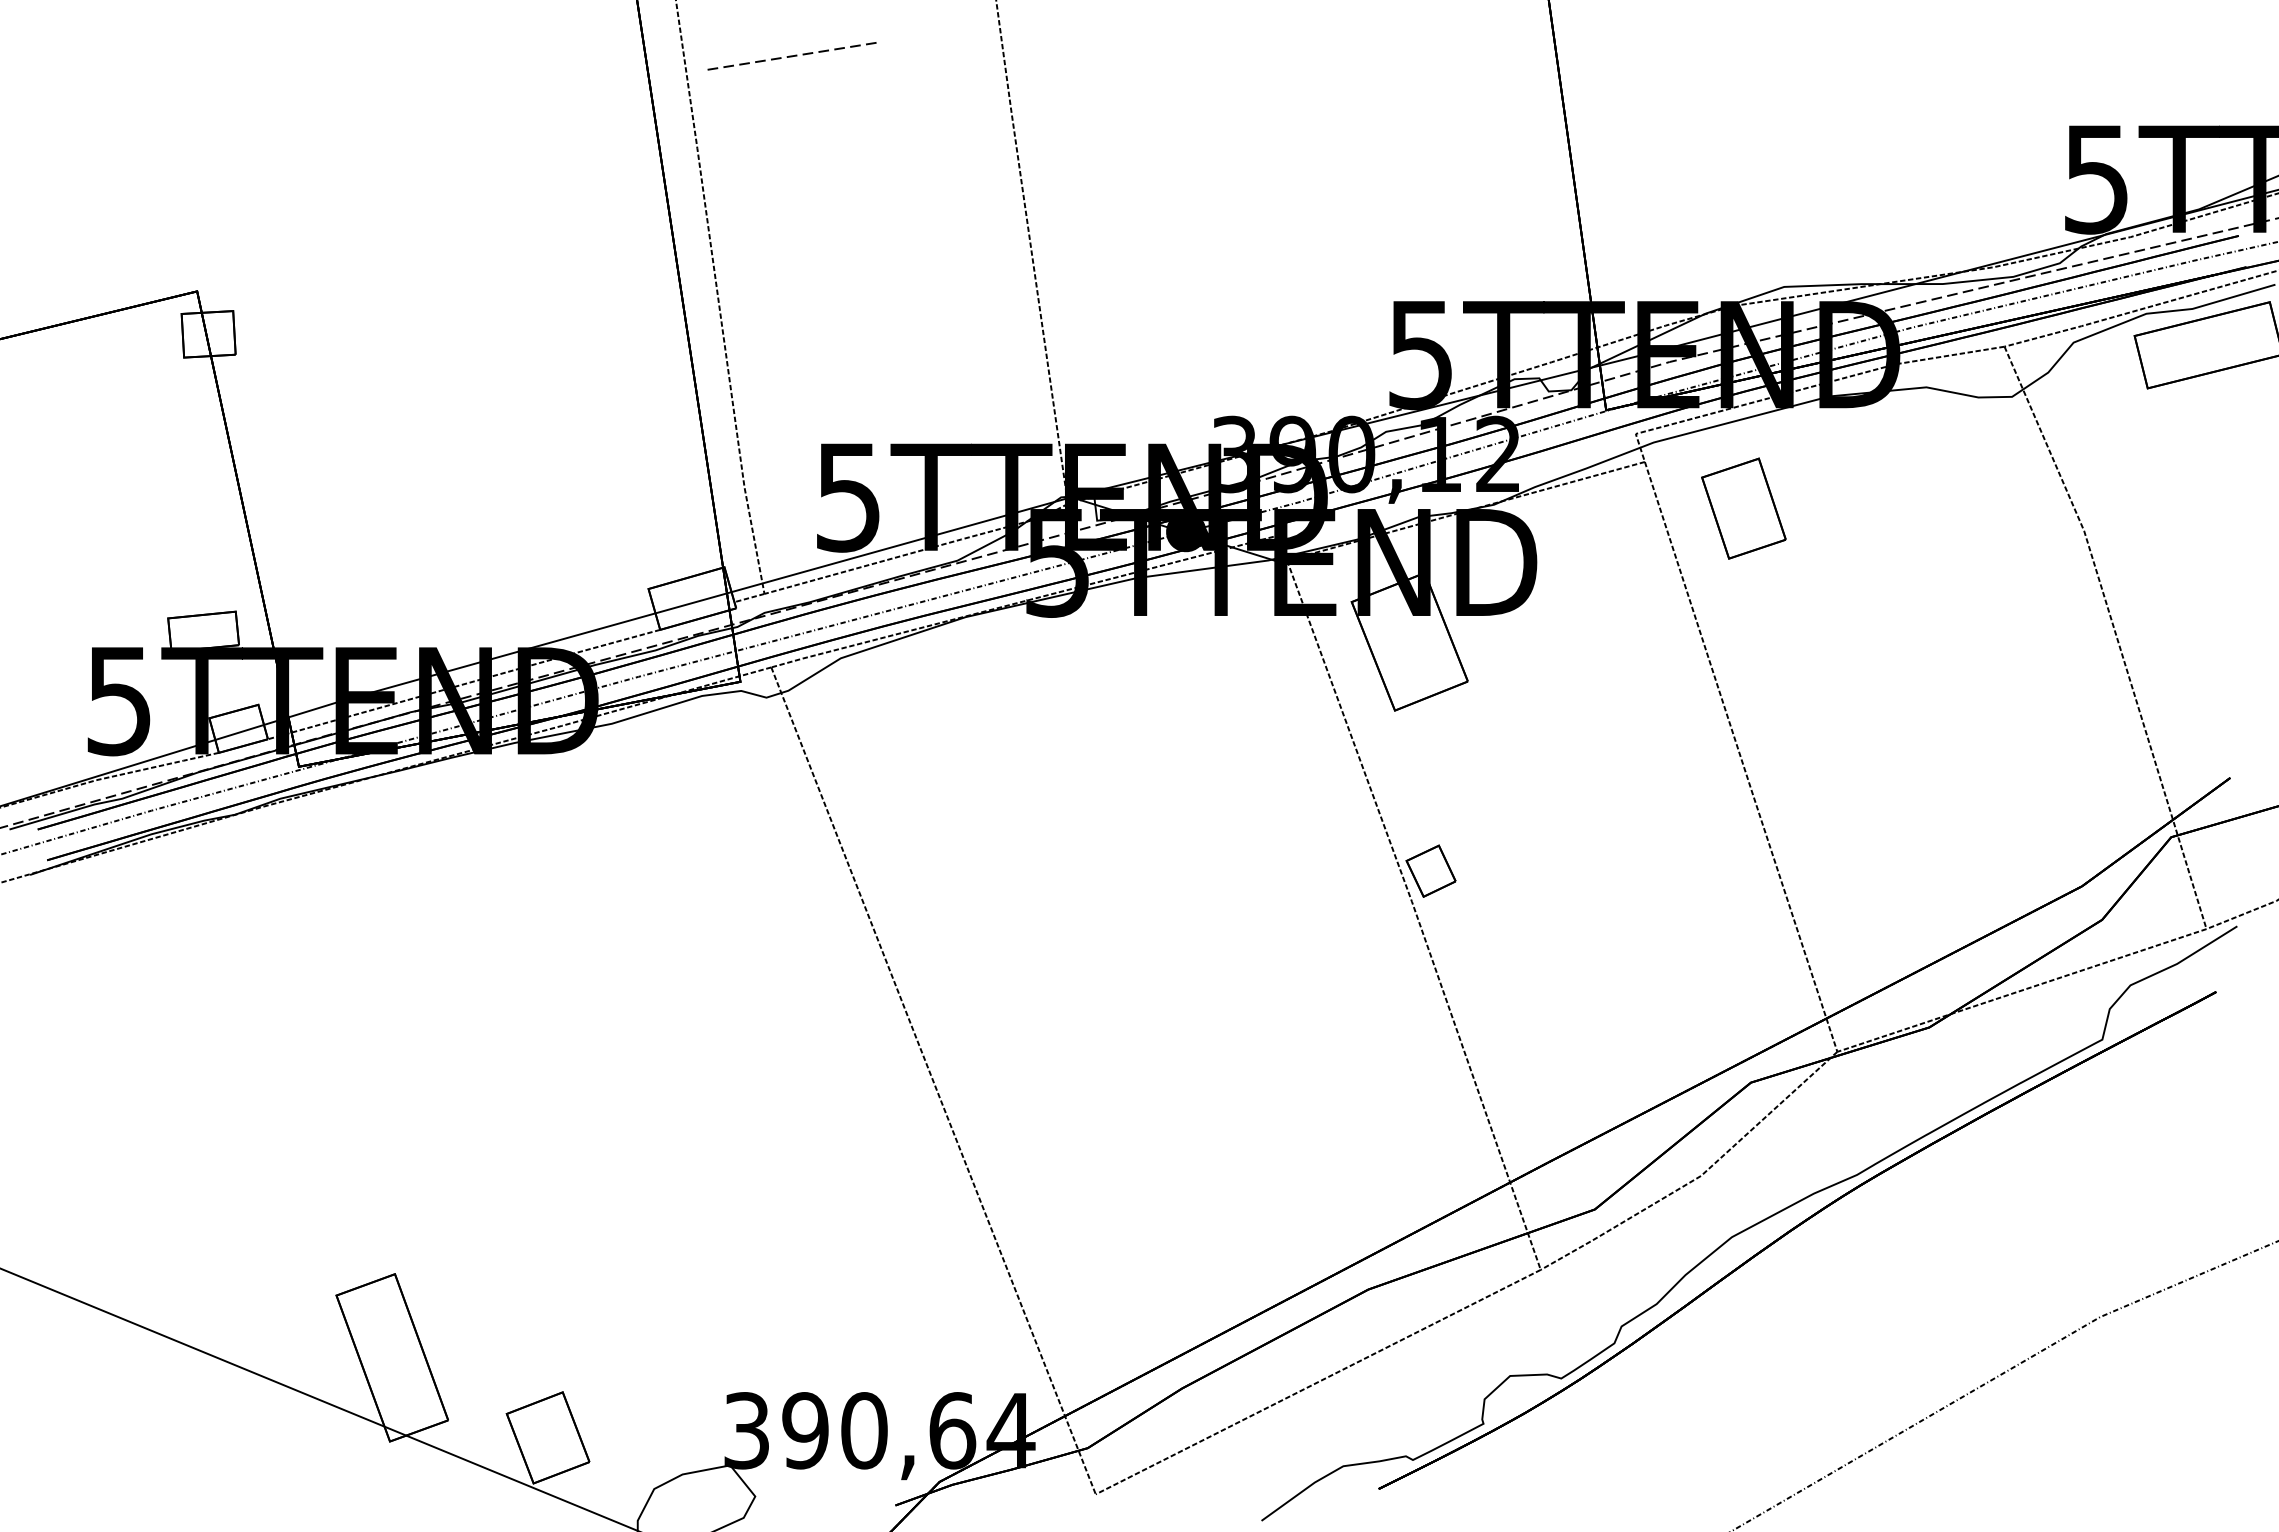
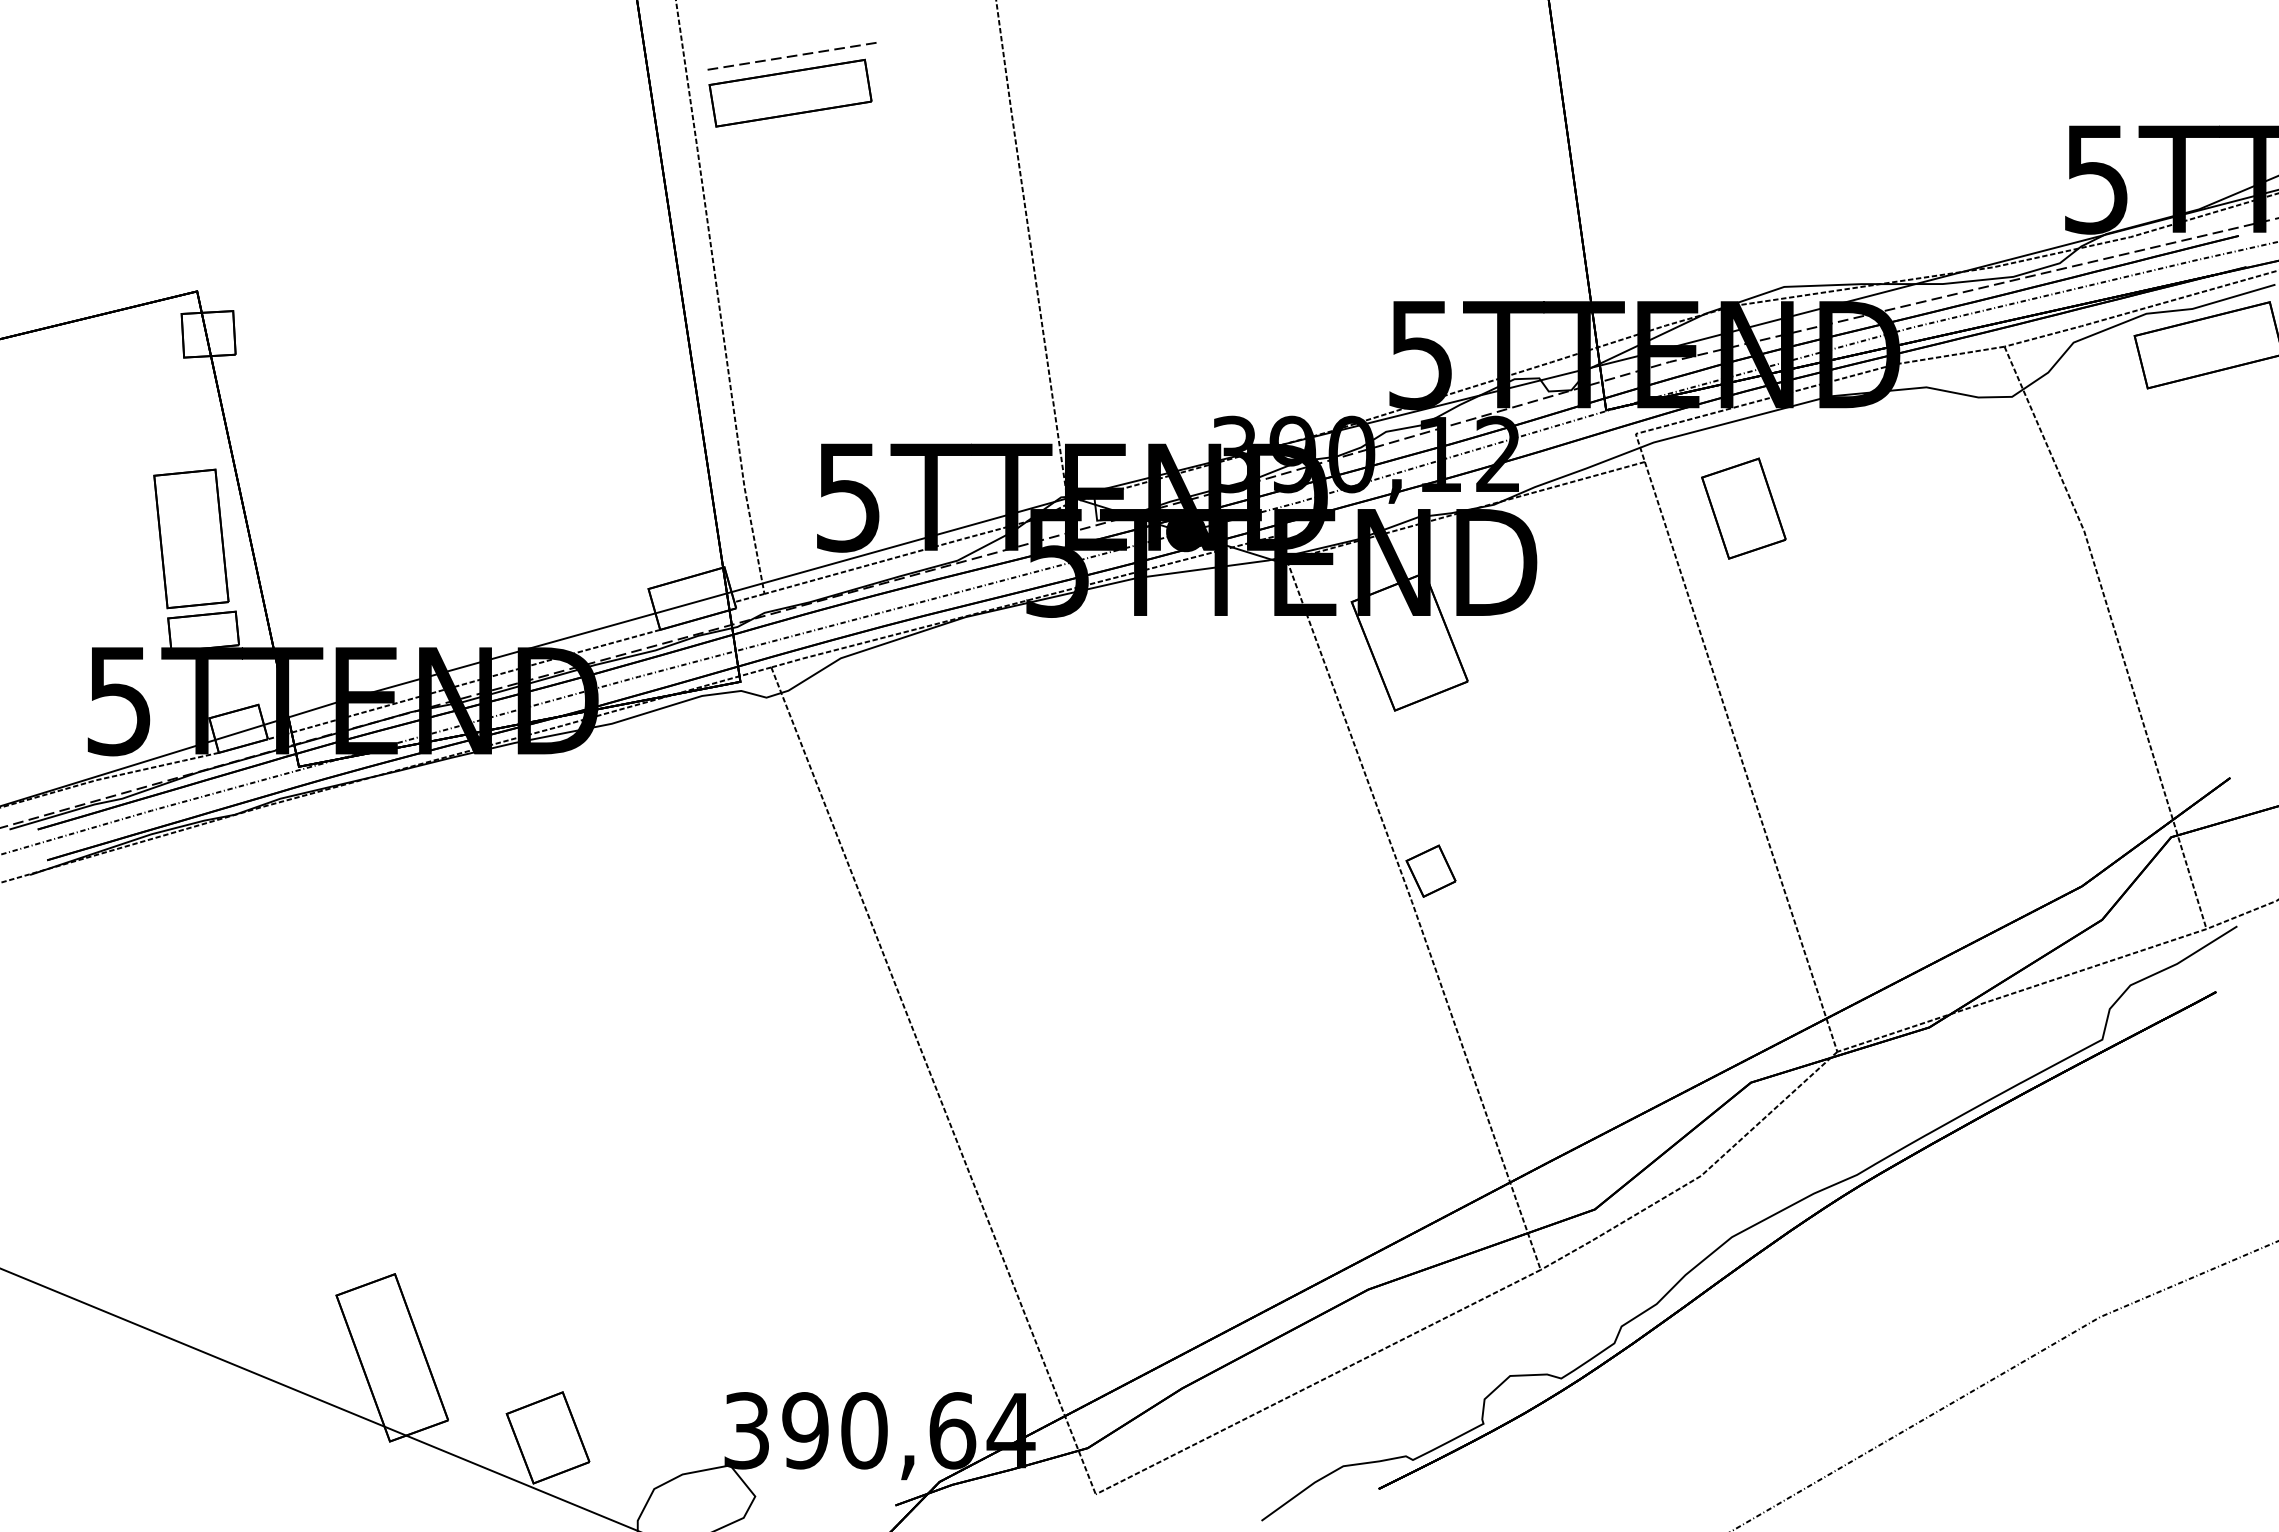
part at (790, 92): none -> present
part at (191, 538): none -> present
